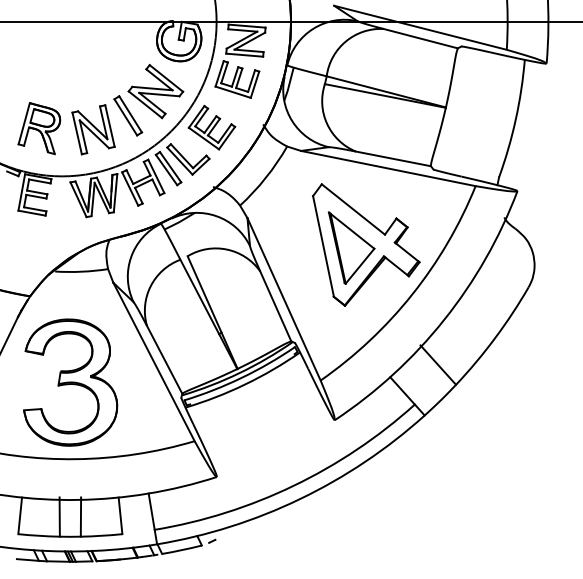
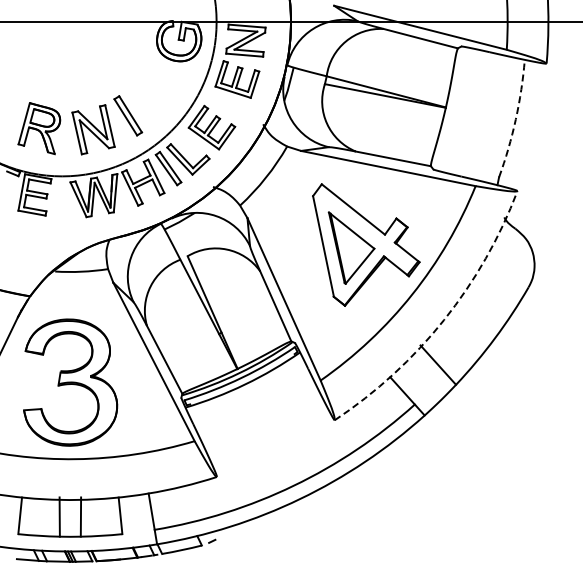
part at (155, 91): present -> none
arc at (515, 119): solid -> dashed
arc at (444, 320): solid -> dashed
